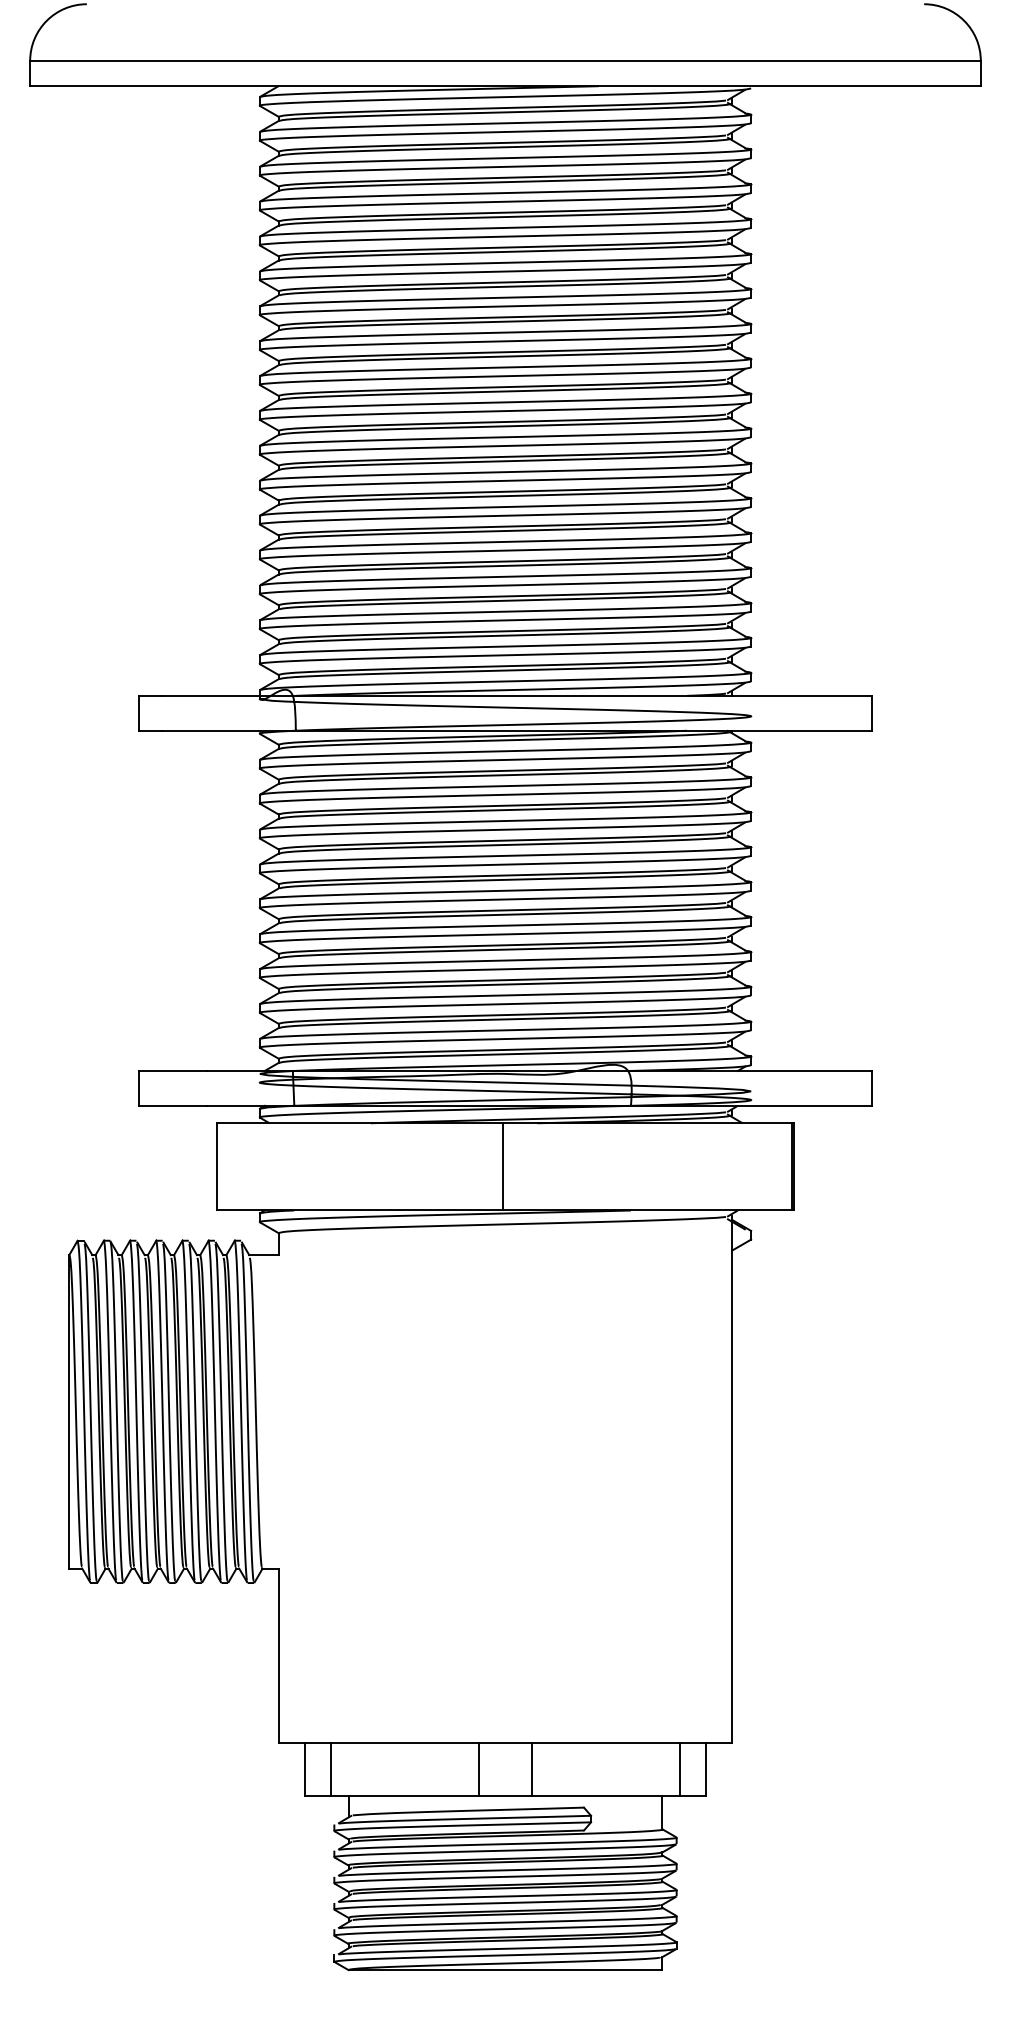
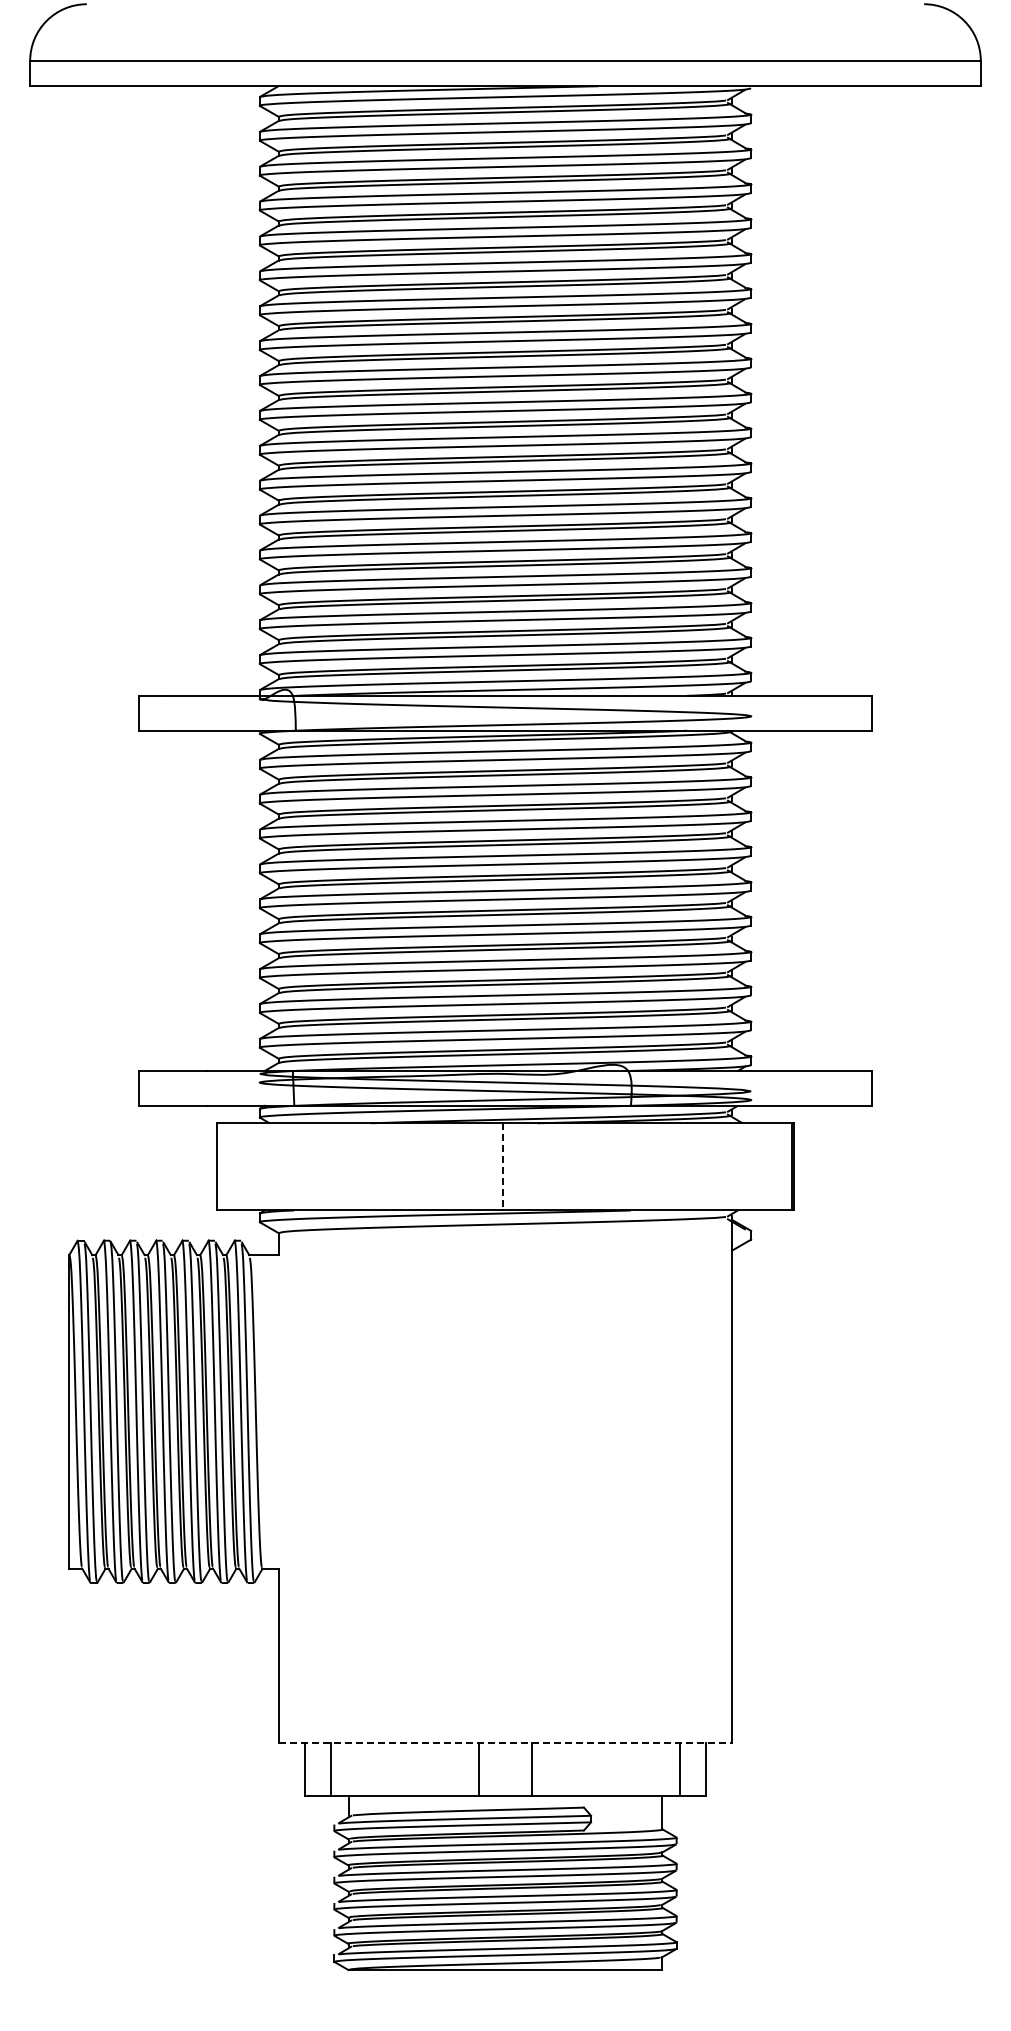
line at (503, 1166): solid -> dashed
line at (505, 1743): solid -> dashed
